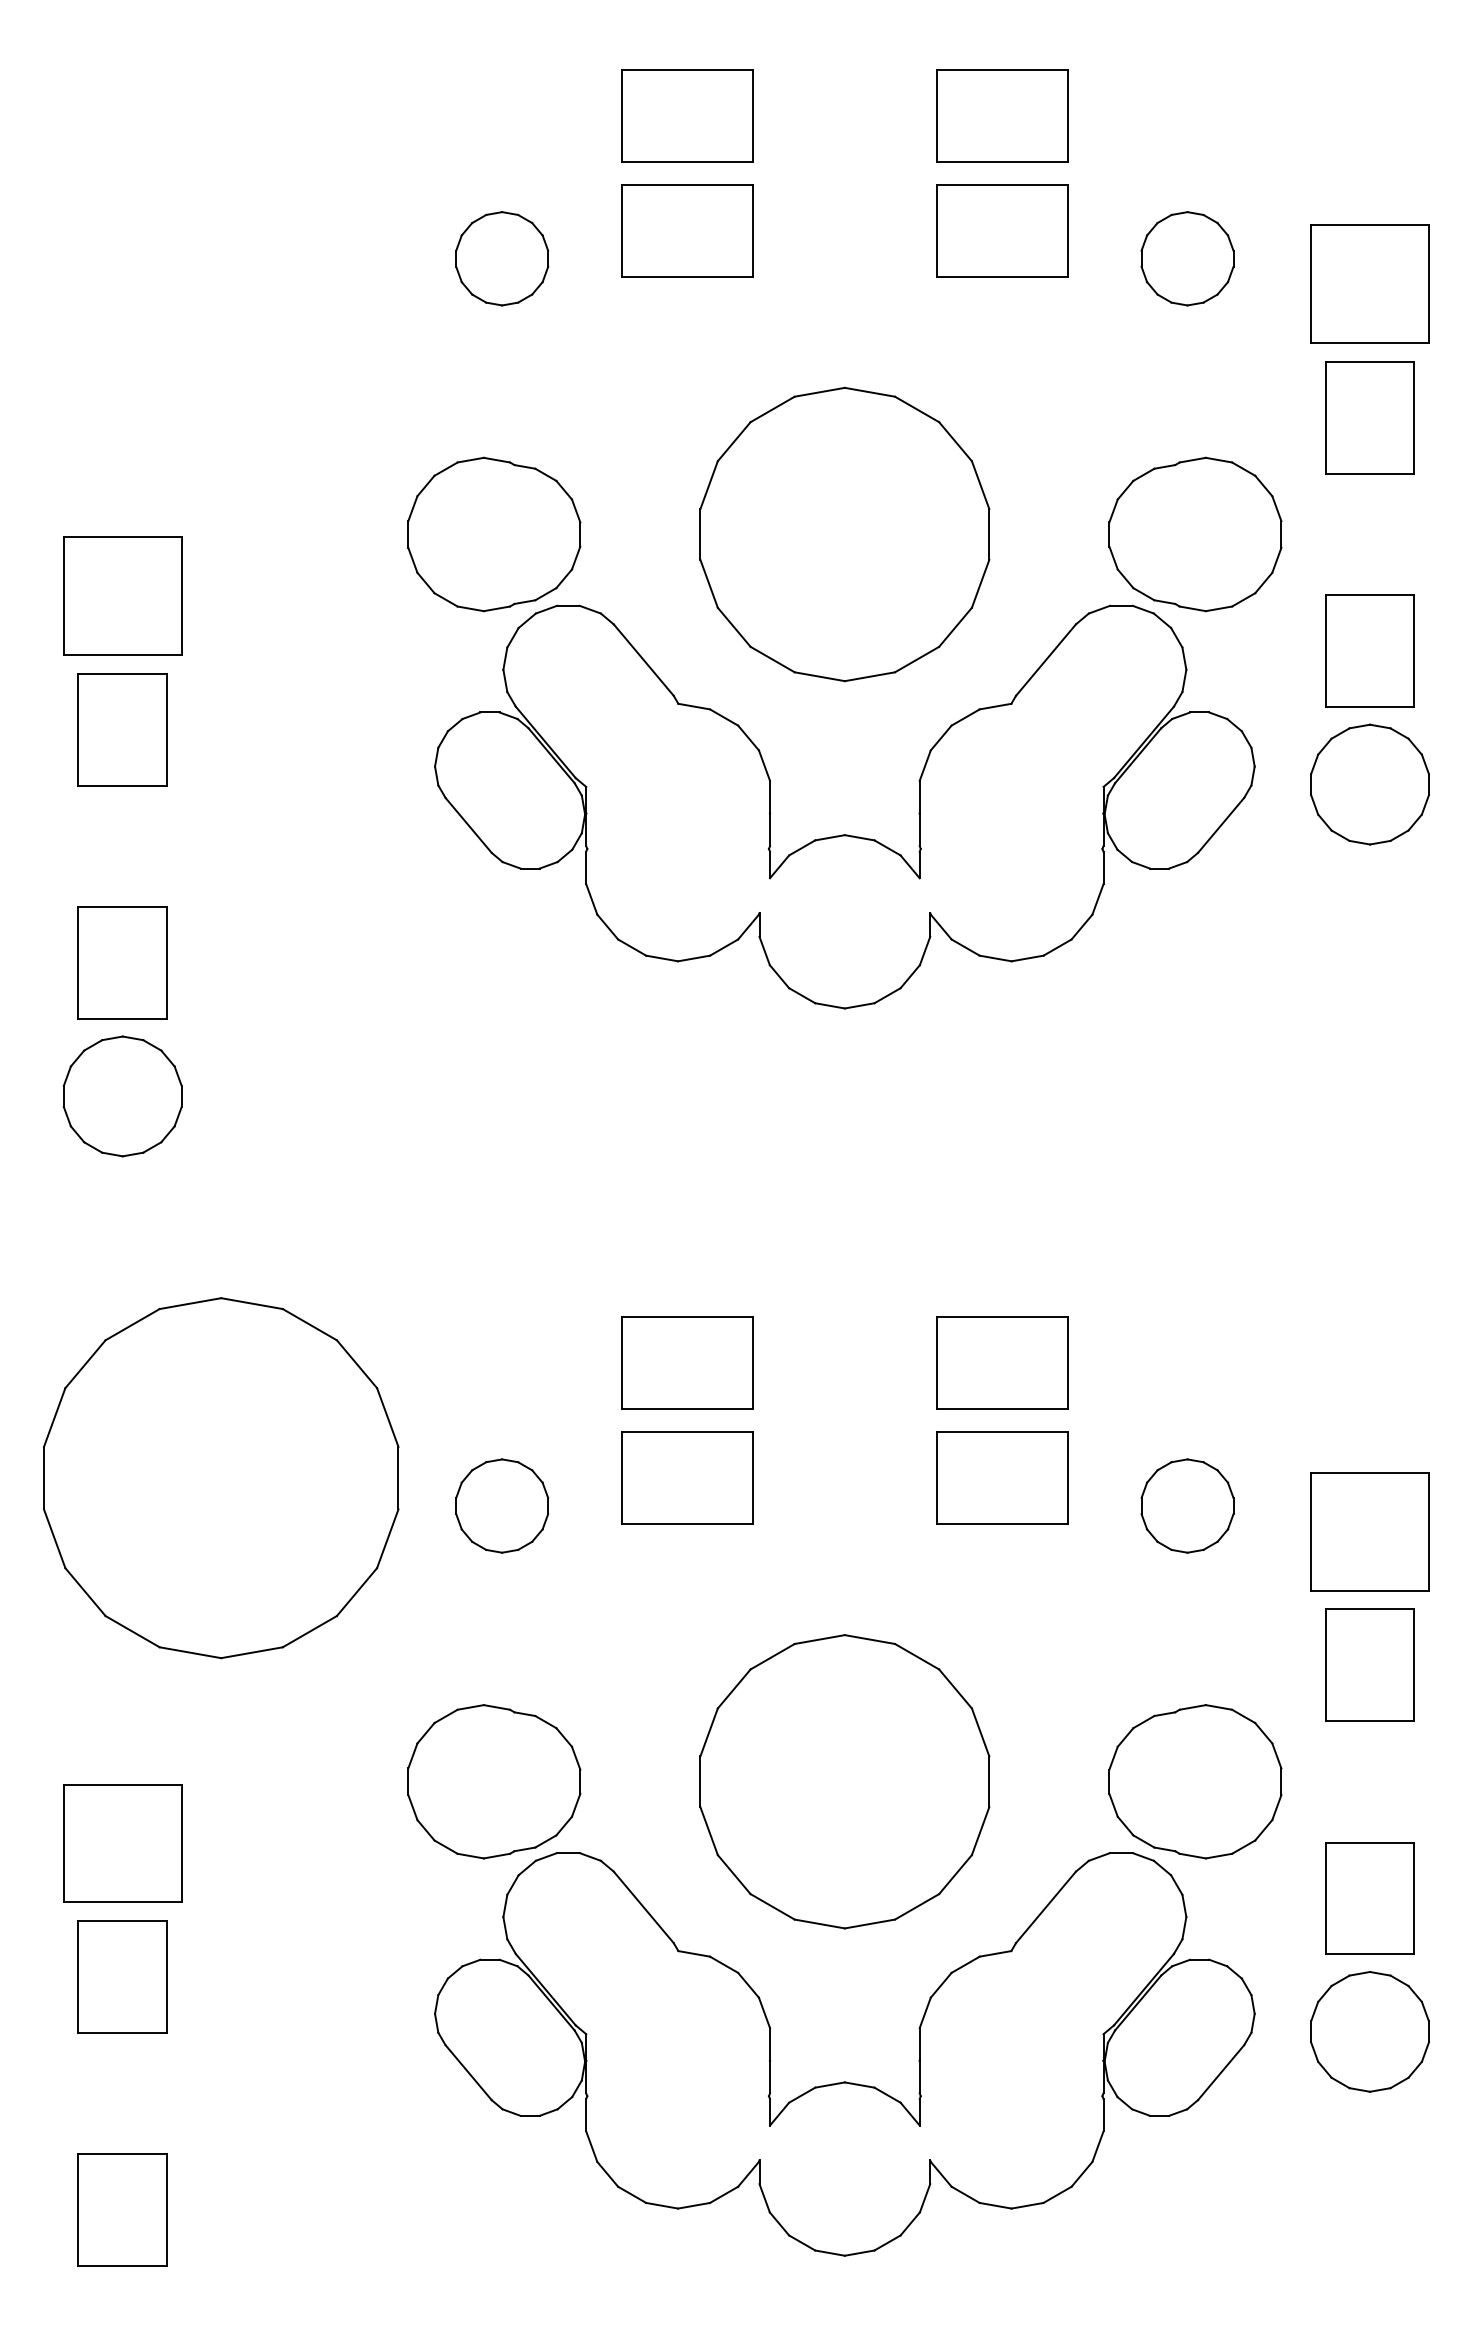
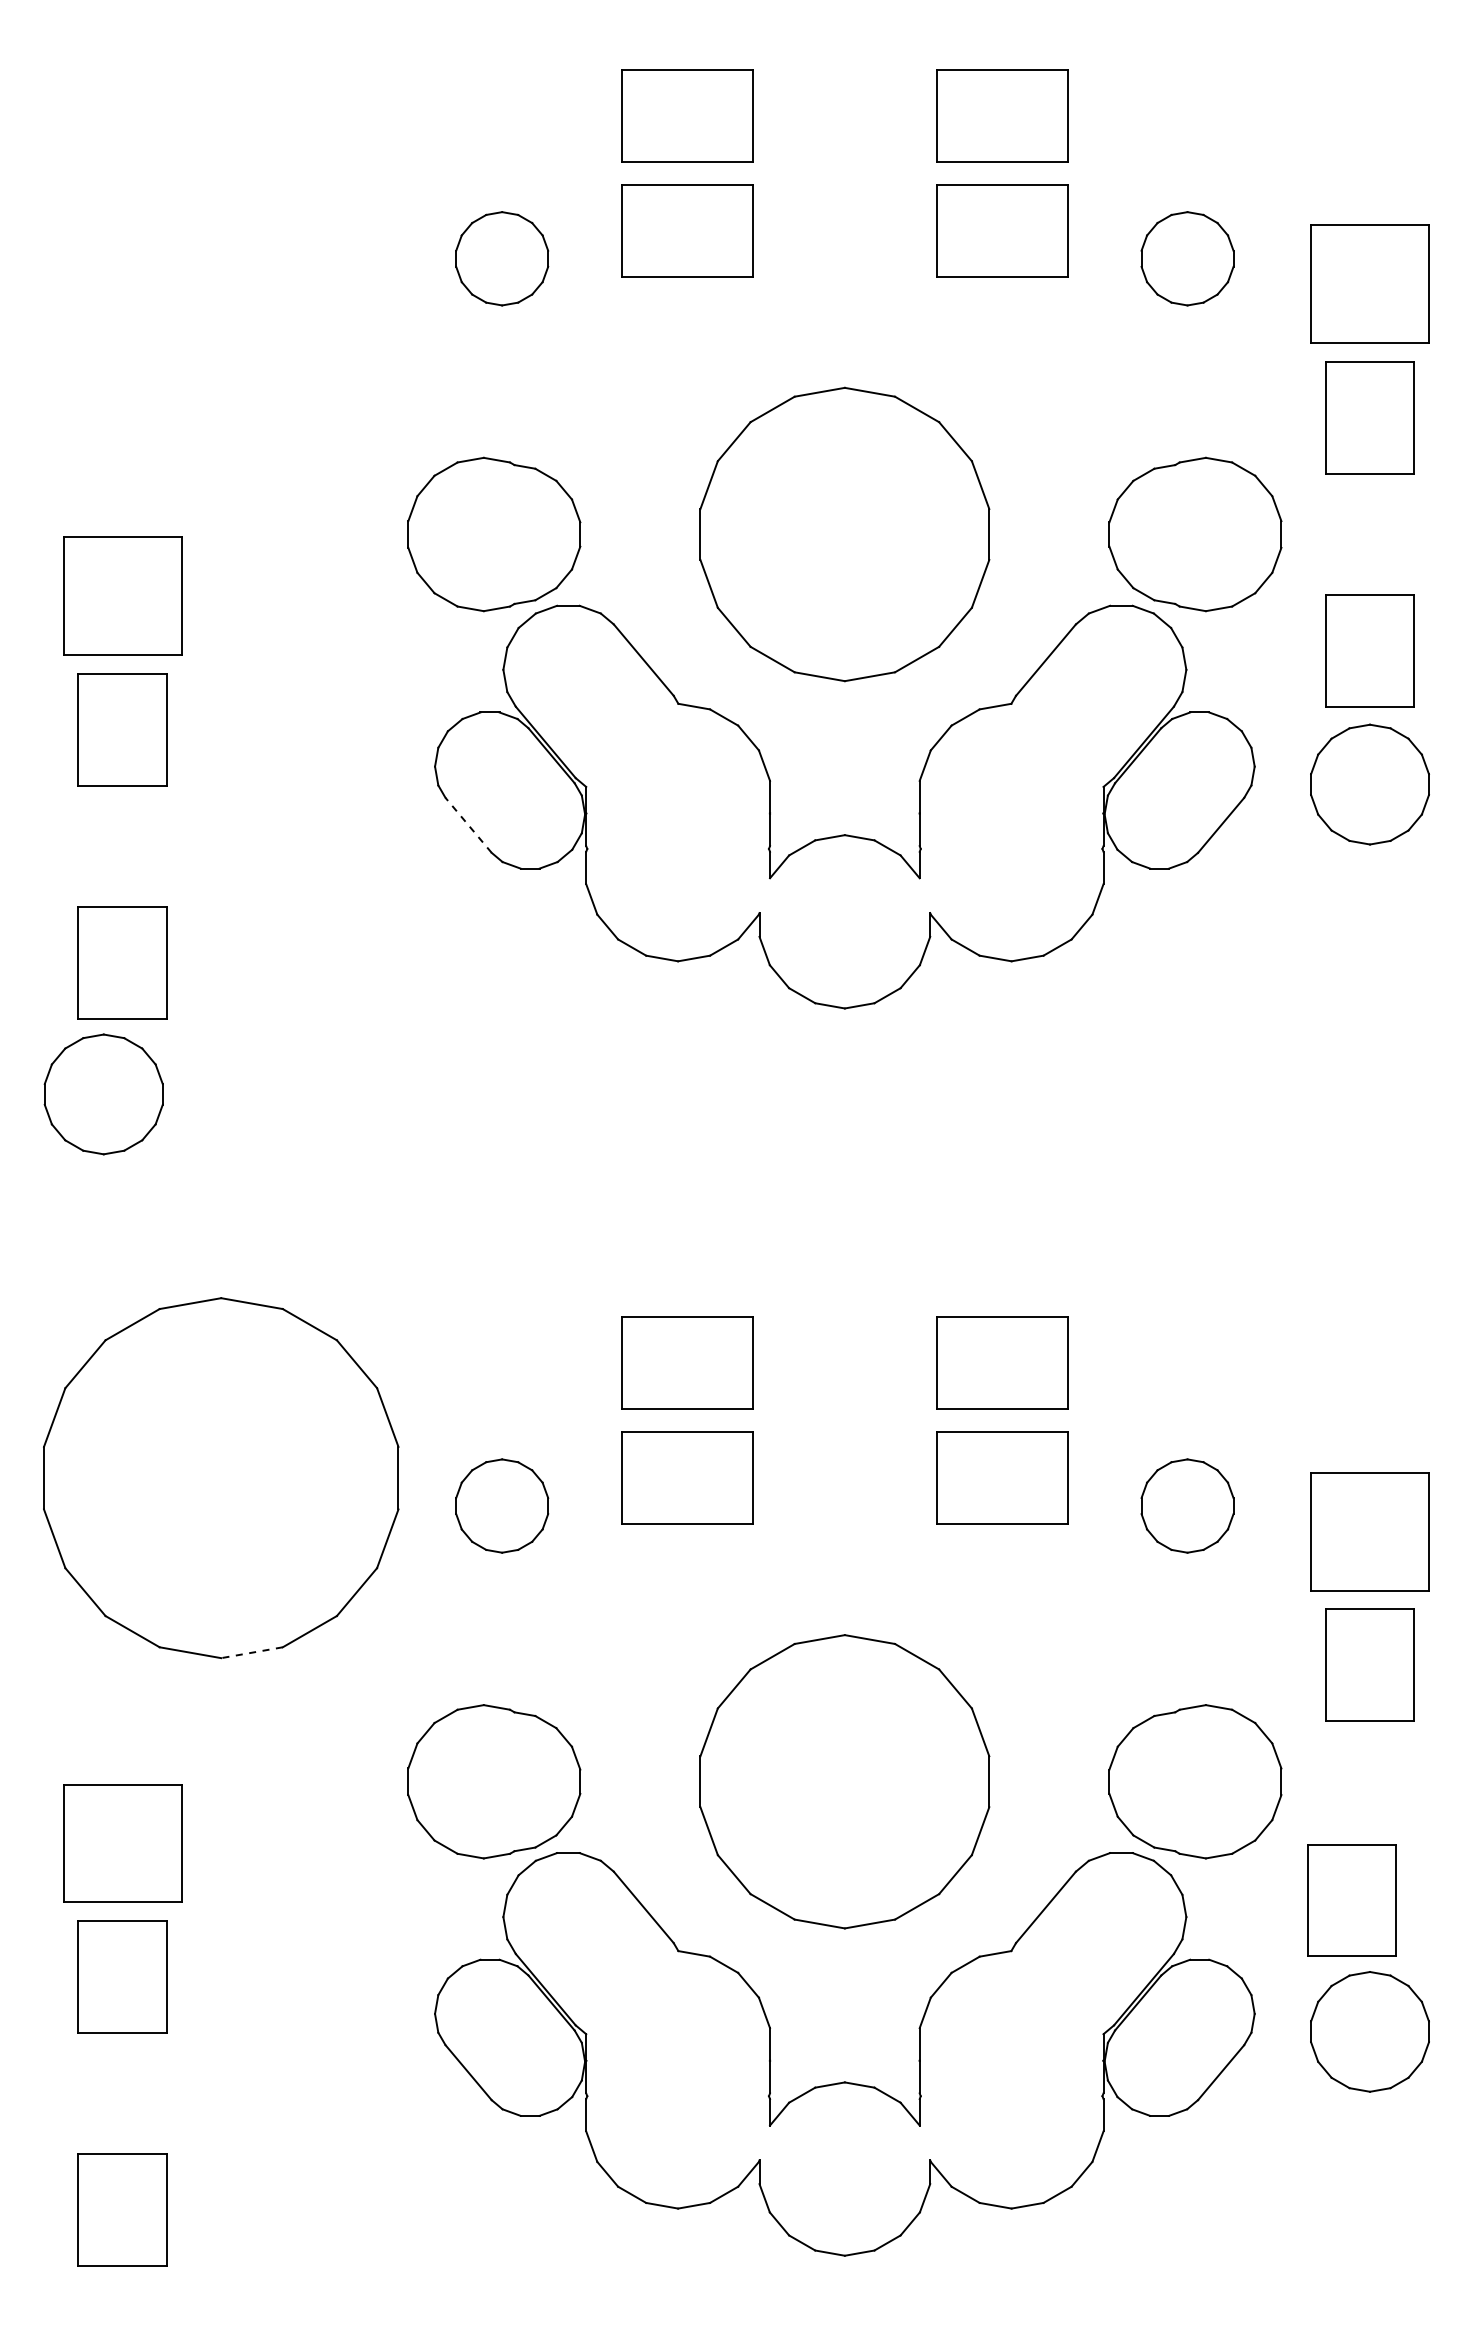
line at (468, 825): solid -> dashed
part at (122, 1096) position: (122, 1096) -> (103, 1094)
line at (251, 1652): solid -> dashed
part at (1369, 1898) position: (1369, 1898) -> (1351, 1900)
